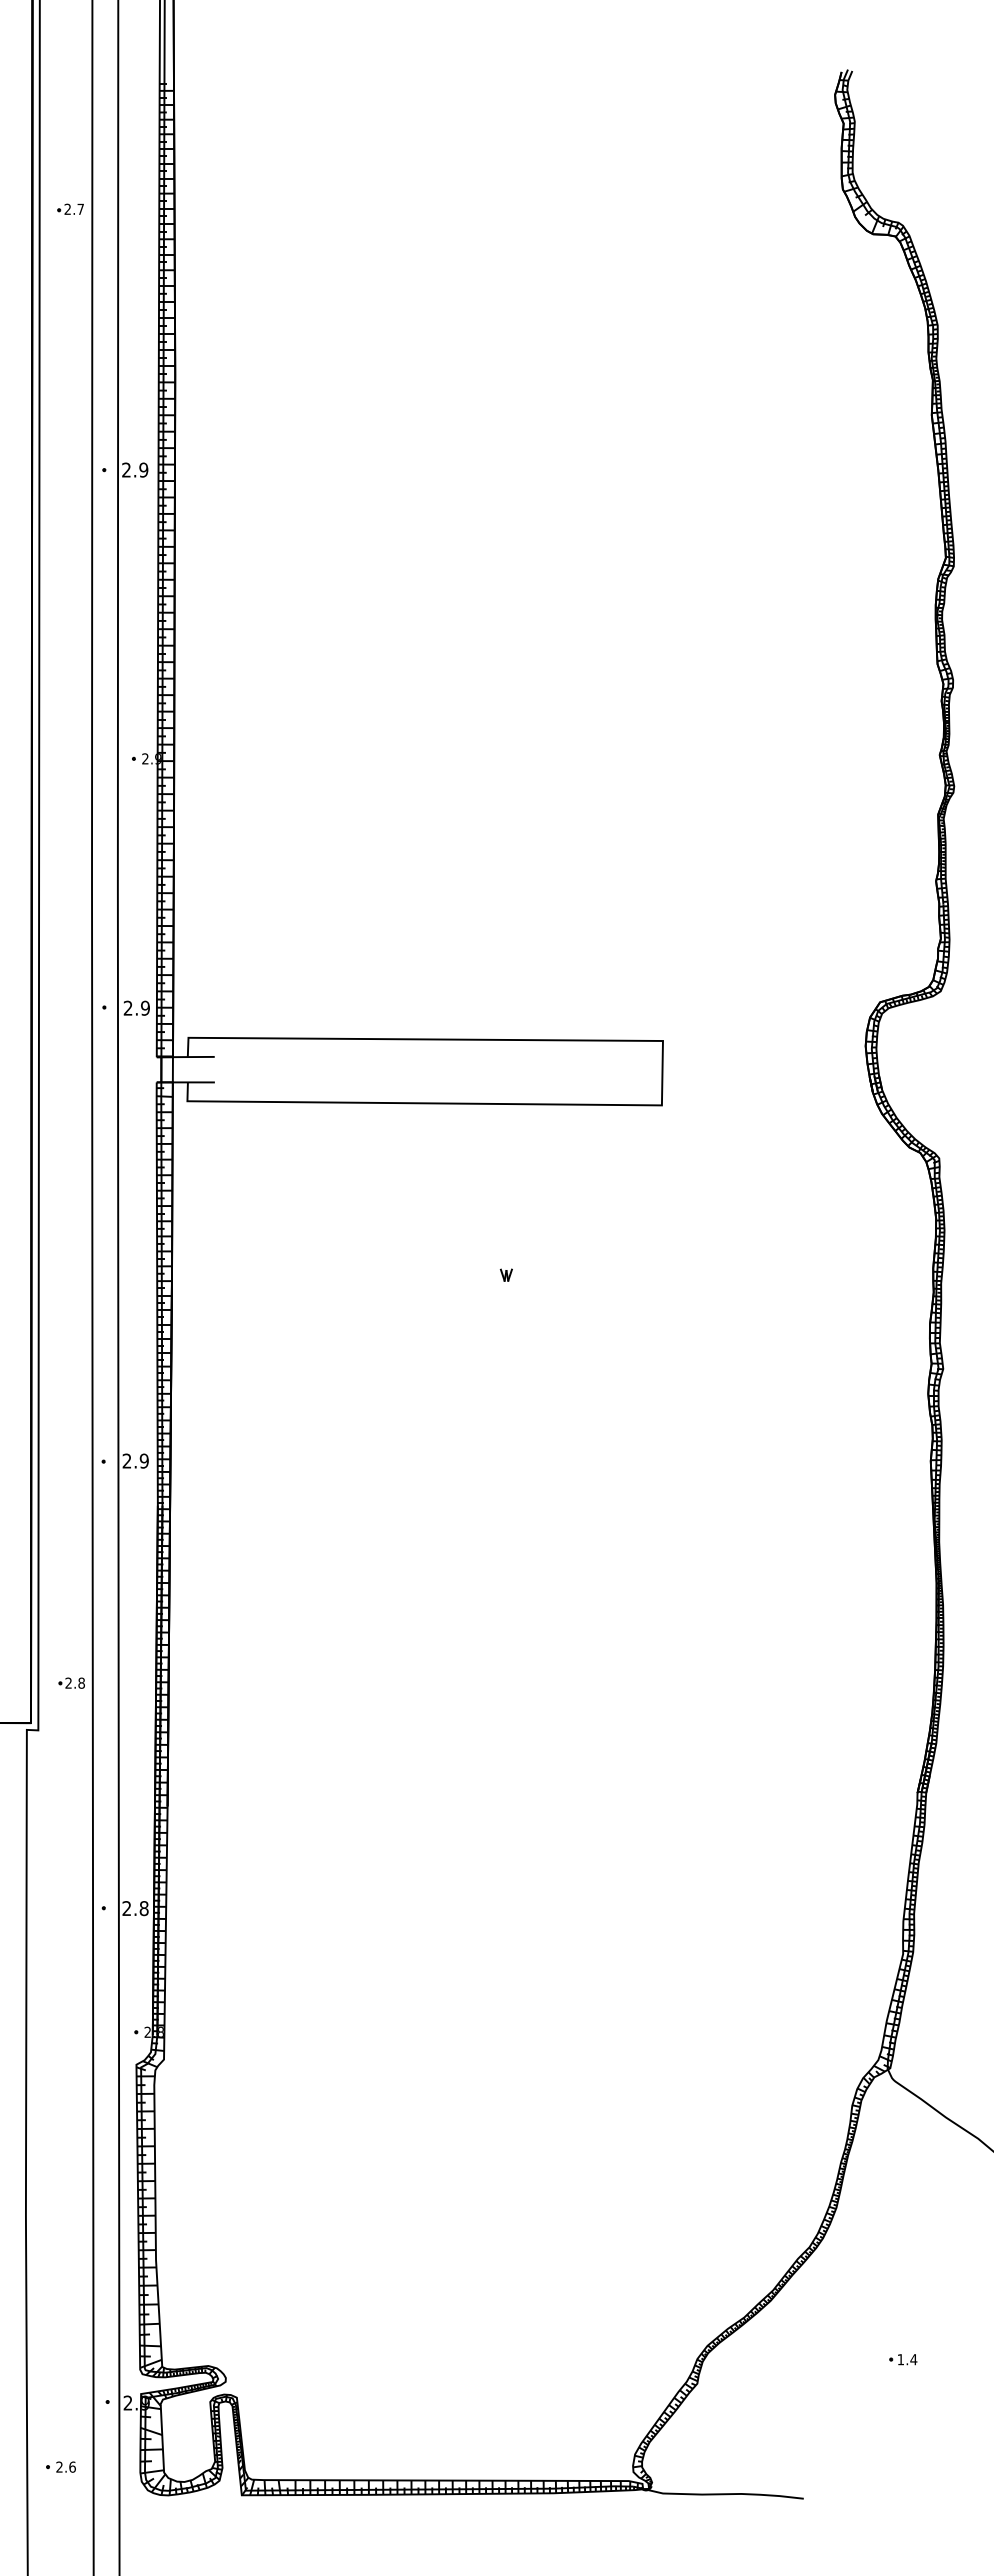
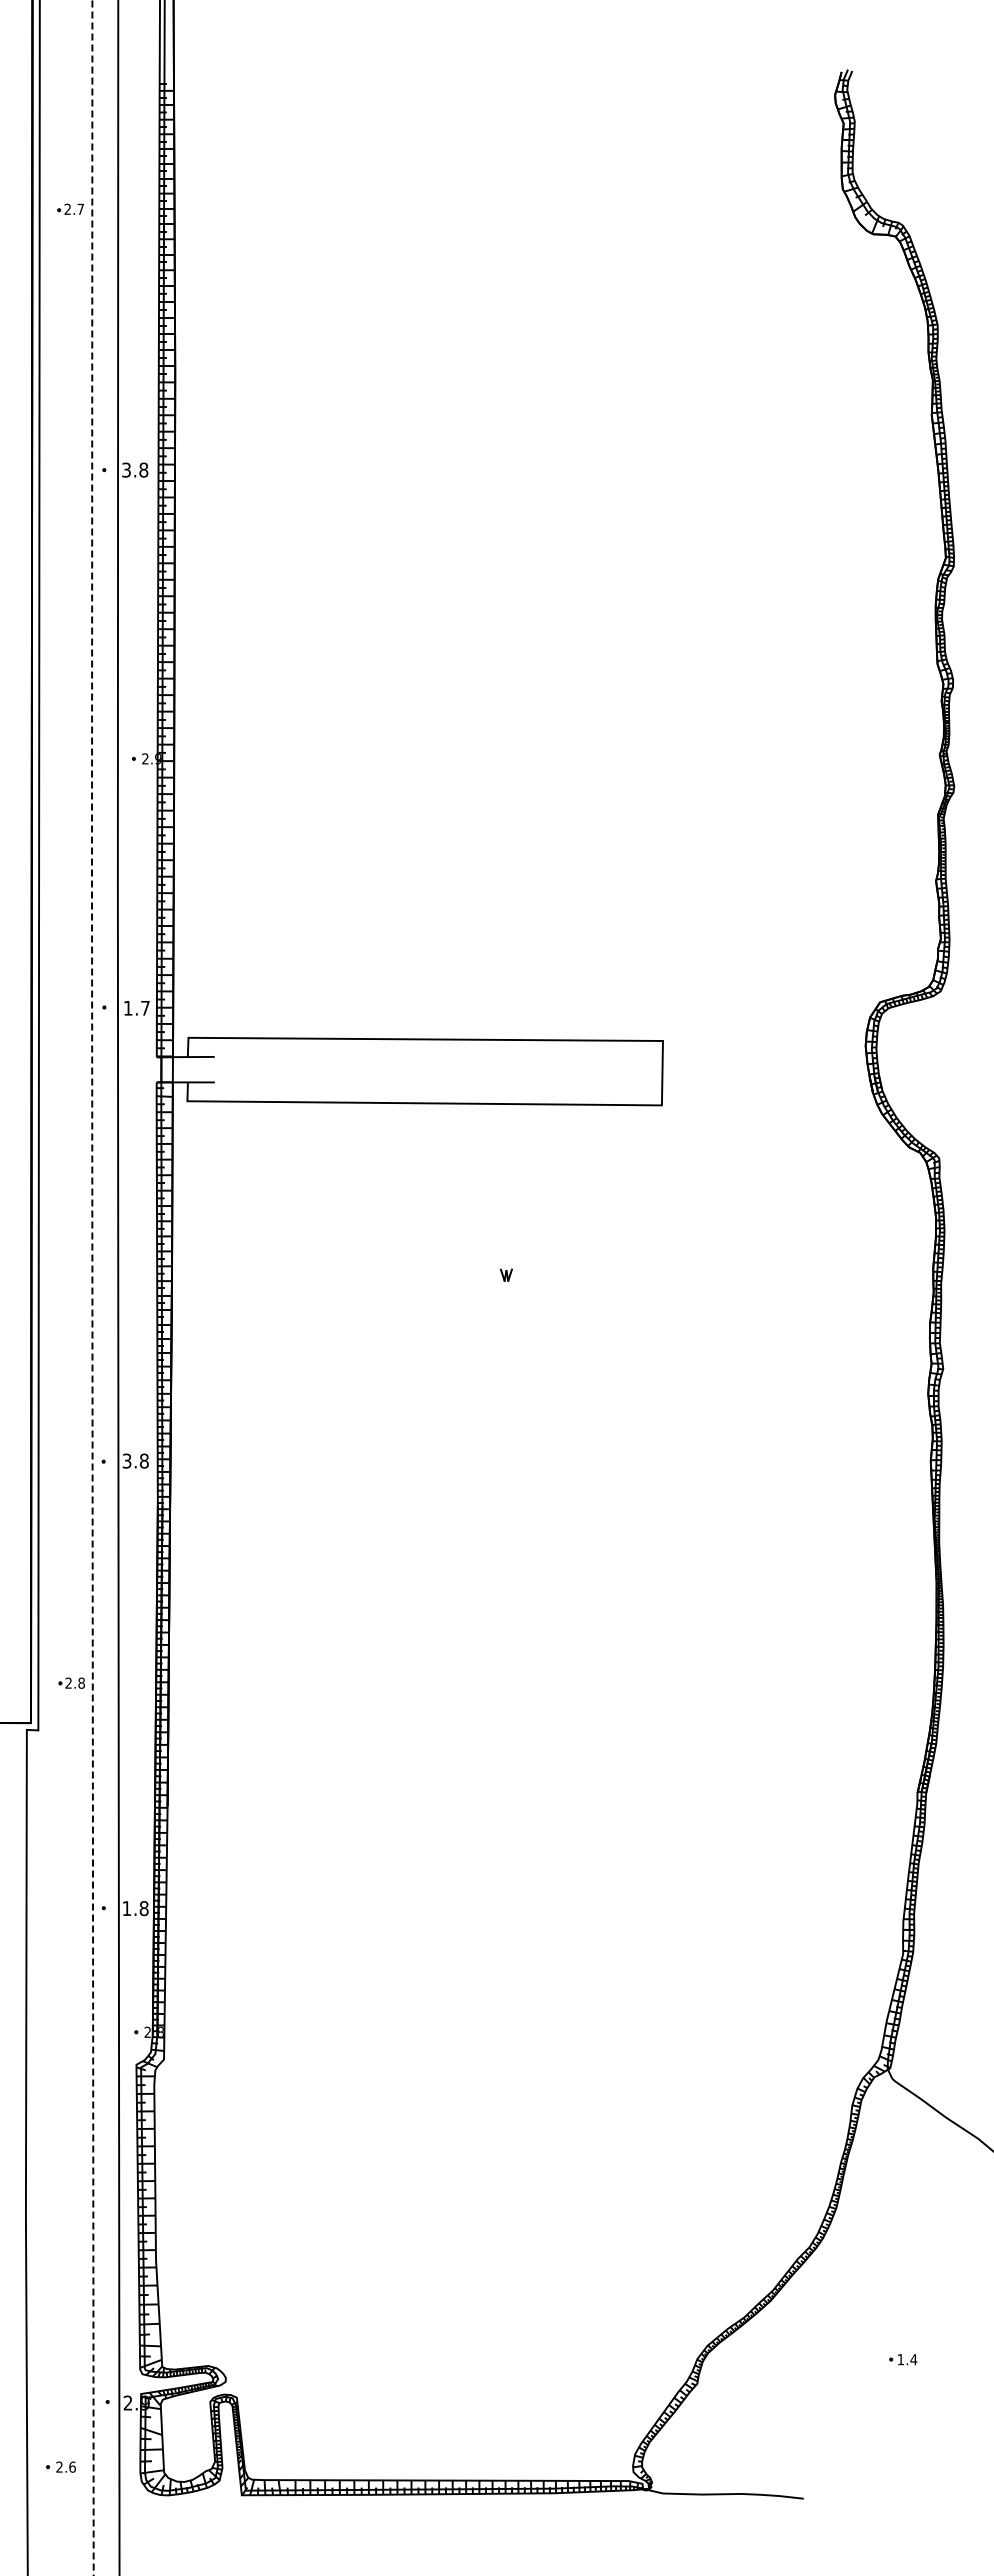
text at (135, 469): 2.9 -> 3.8
text at (136, 1007): 2.9 -> 1.7
line at (92, 1287): solid -> dashed
text at (135, 1460): 2.9 -> 3.8
text at (126, 1908): 2.8 -> 1.8
